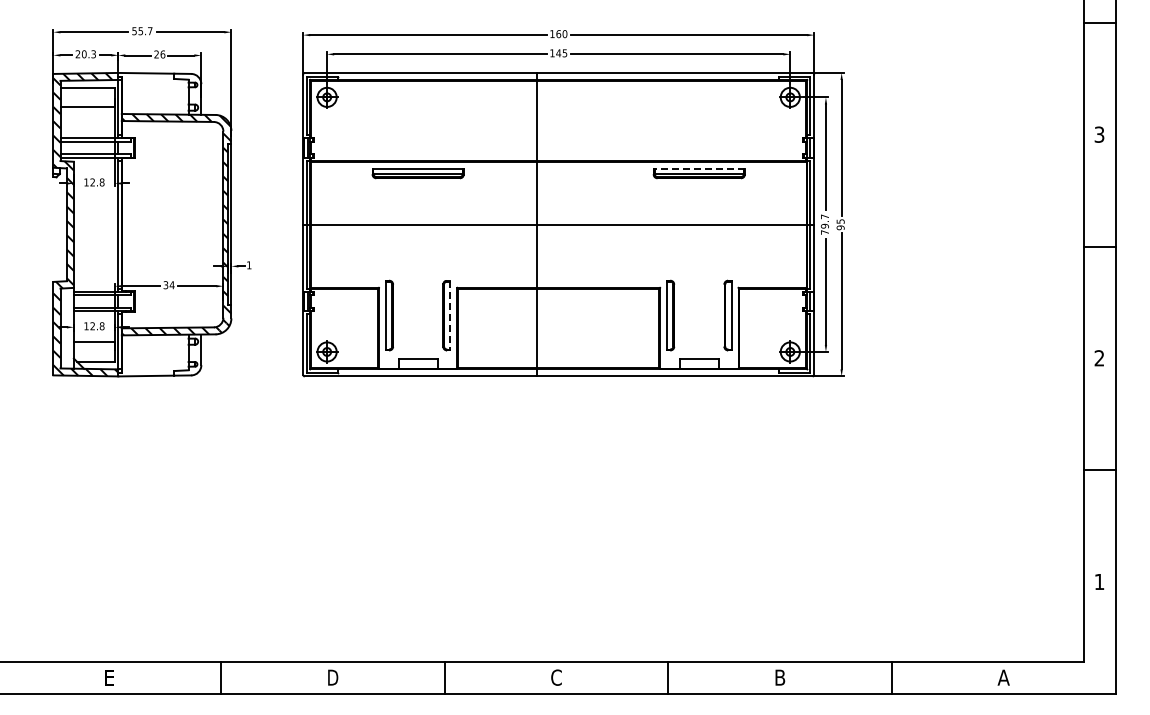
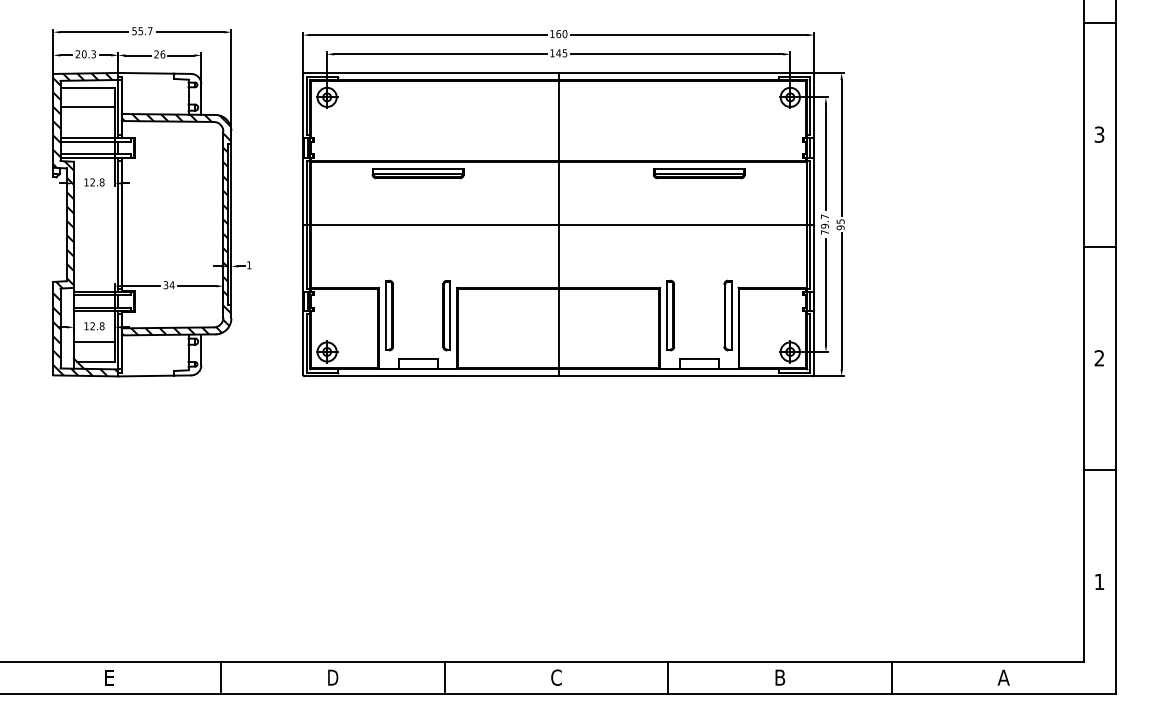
line at (698, 168): dashed -> solid
line at (536, 224) position: (536, 224) -> (558, 224)
line at (450, 315): dashed -> solid
